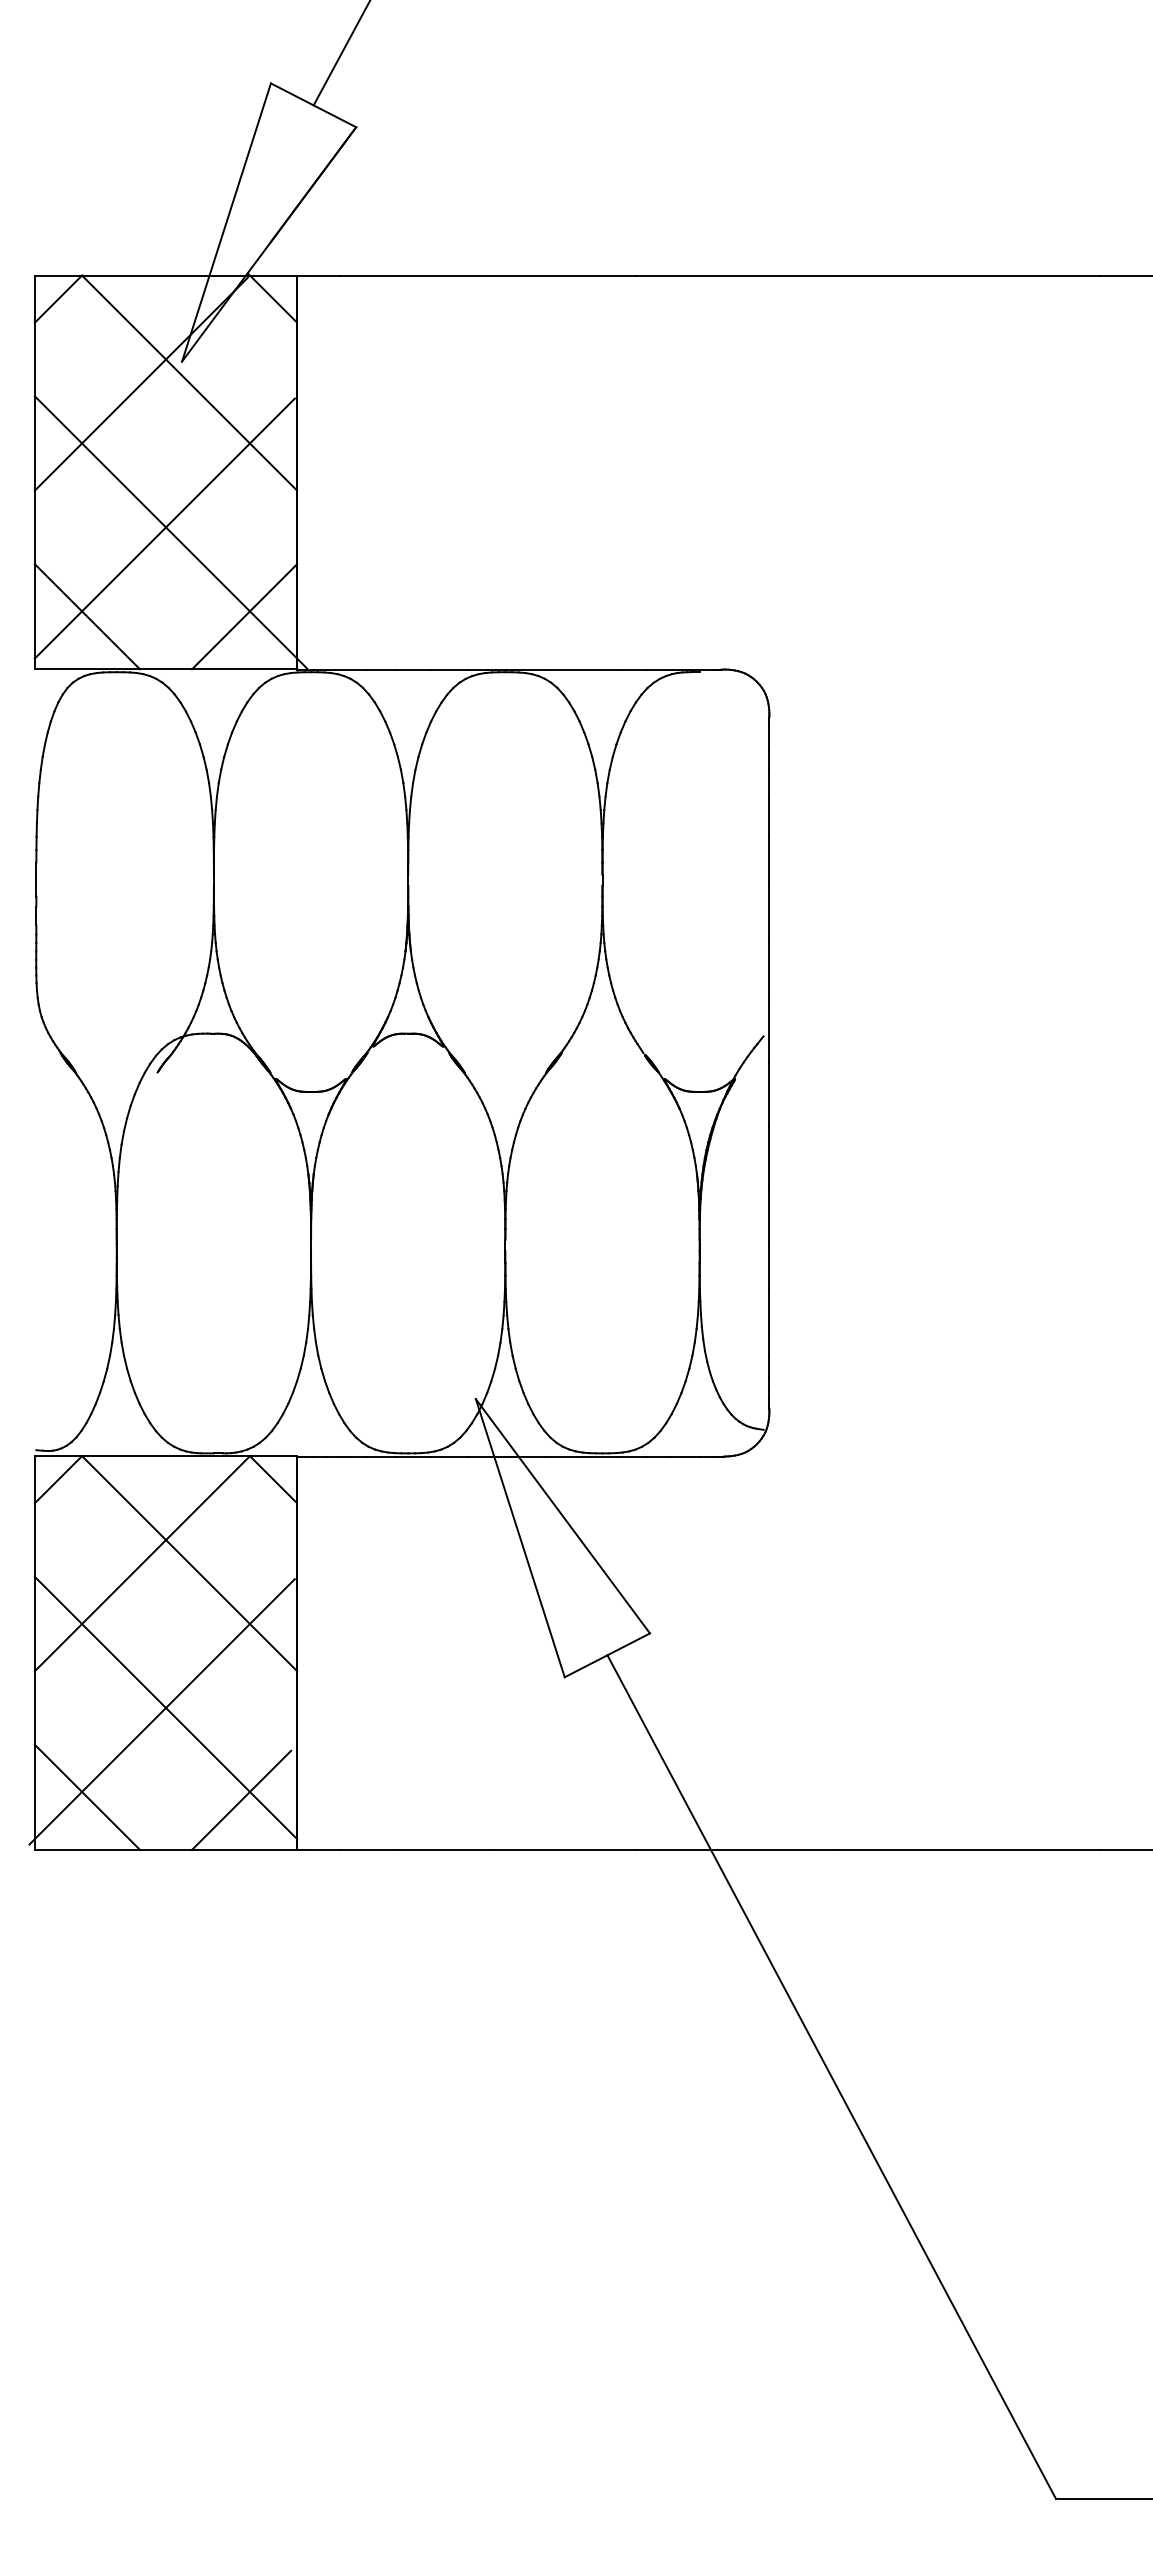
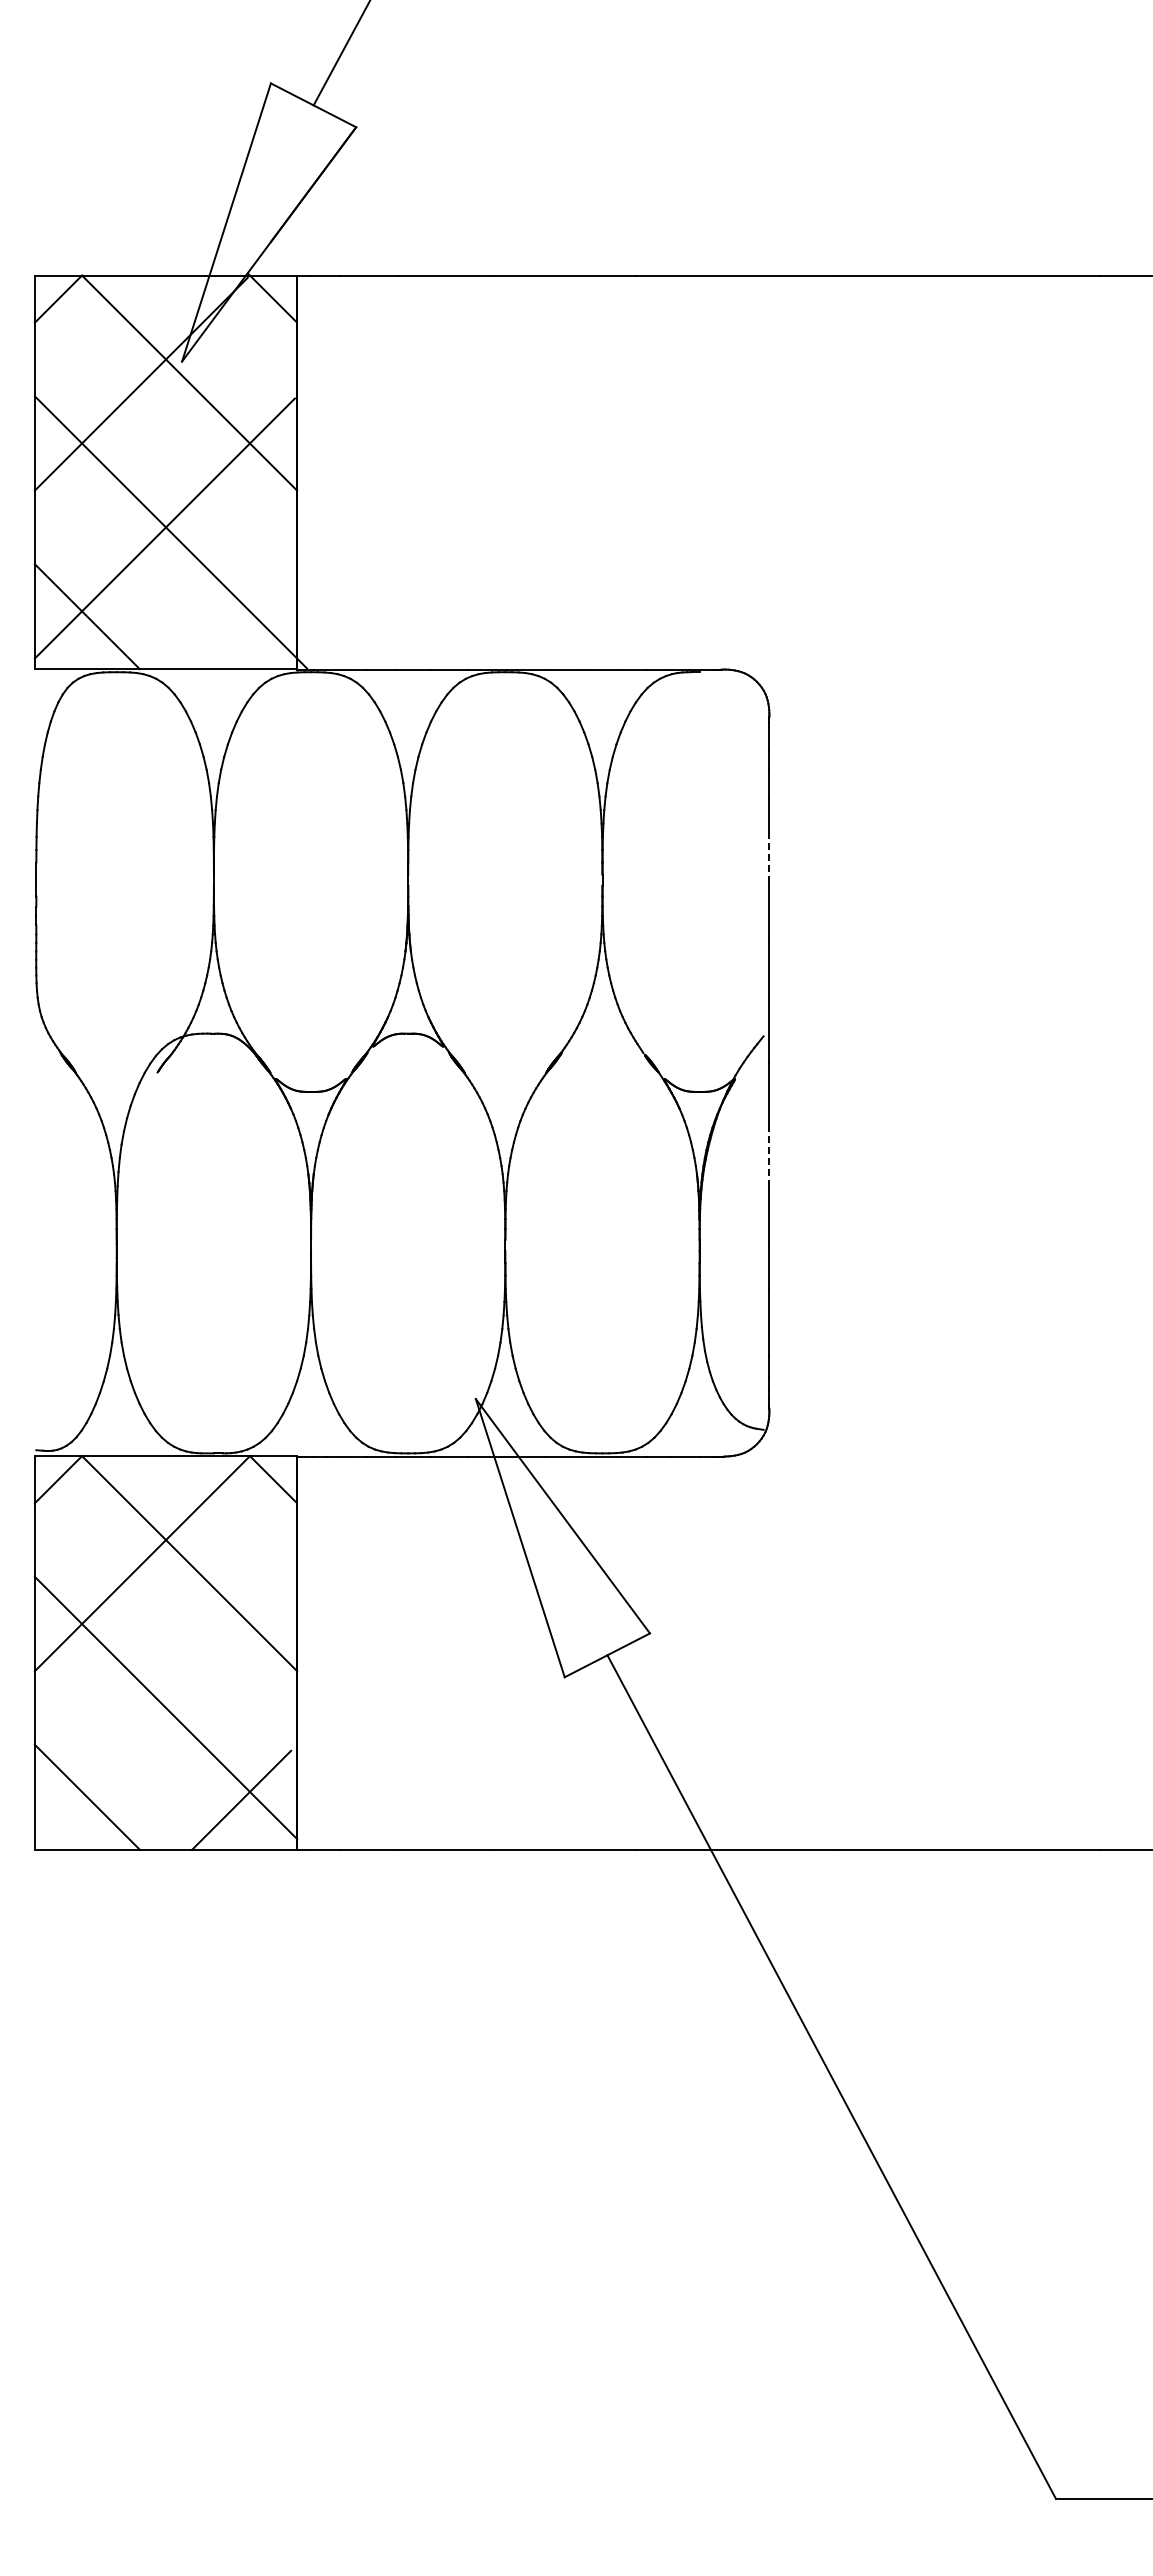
line at (244, 616): present -> none
line at (769, 859): solid -> dashed
line at (769, 1156): solid -> dashed
line at (161, 1711): present -> none
